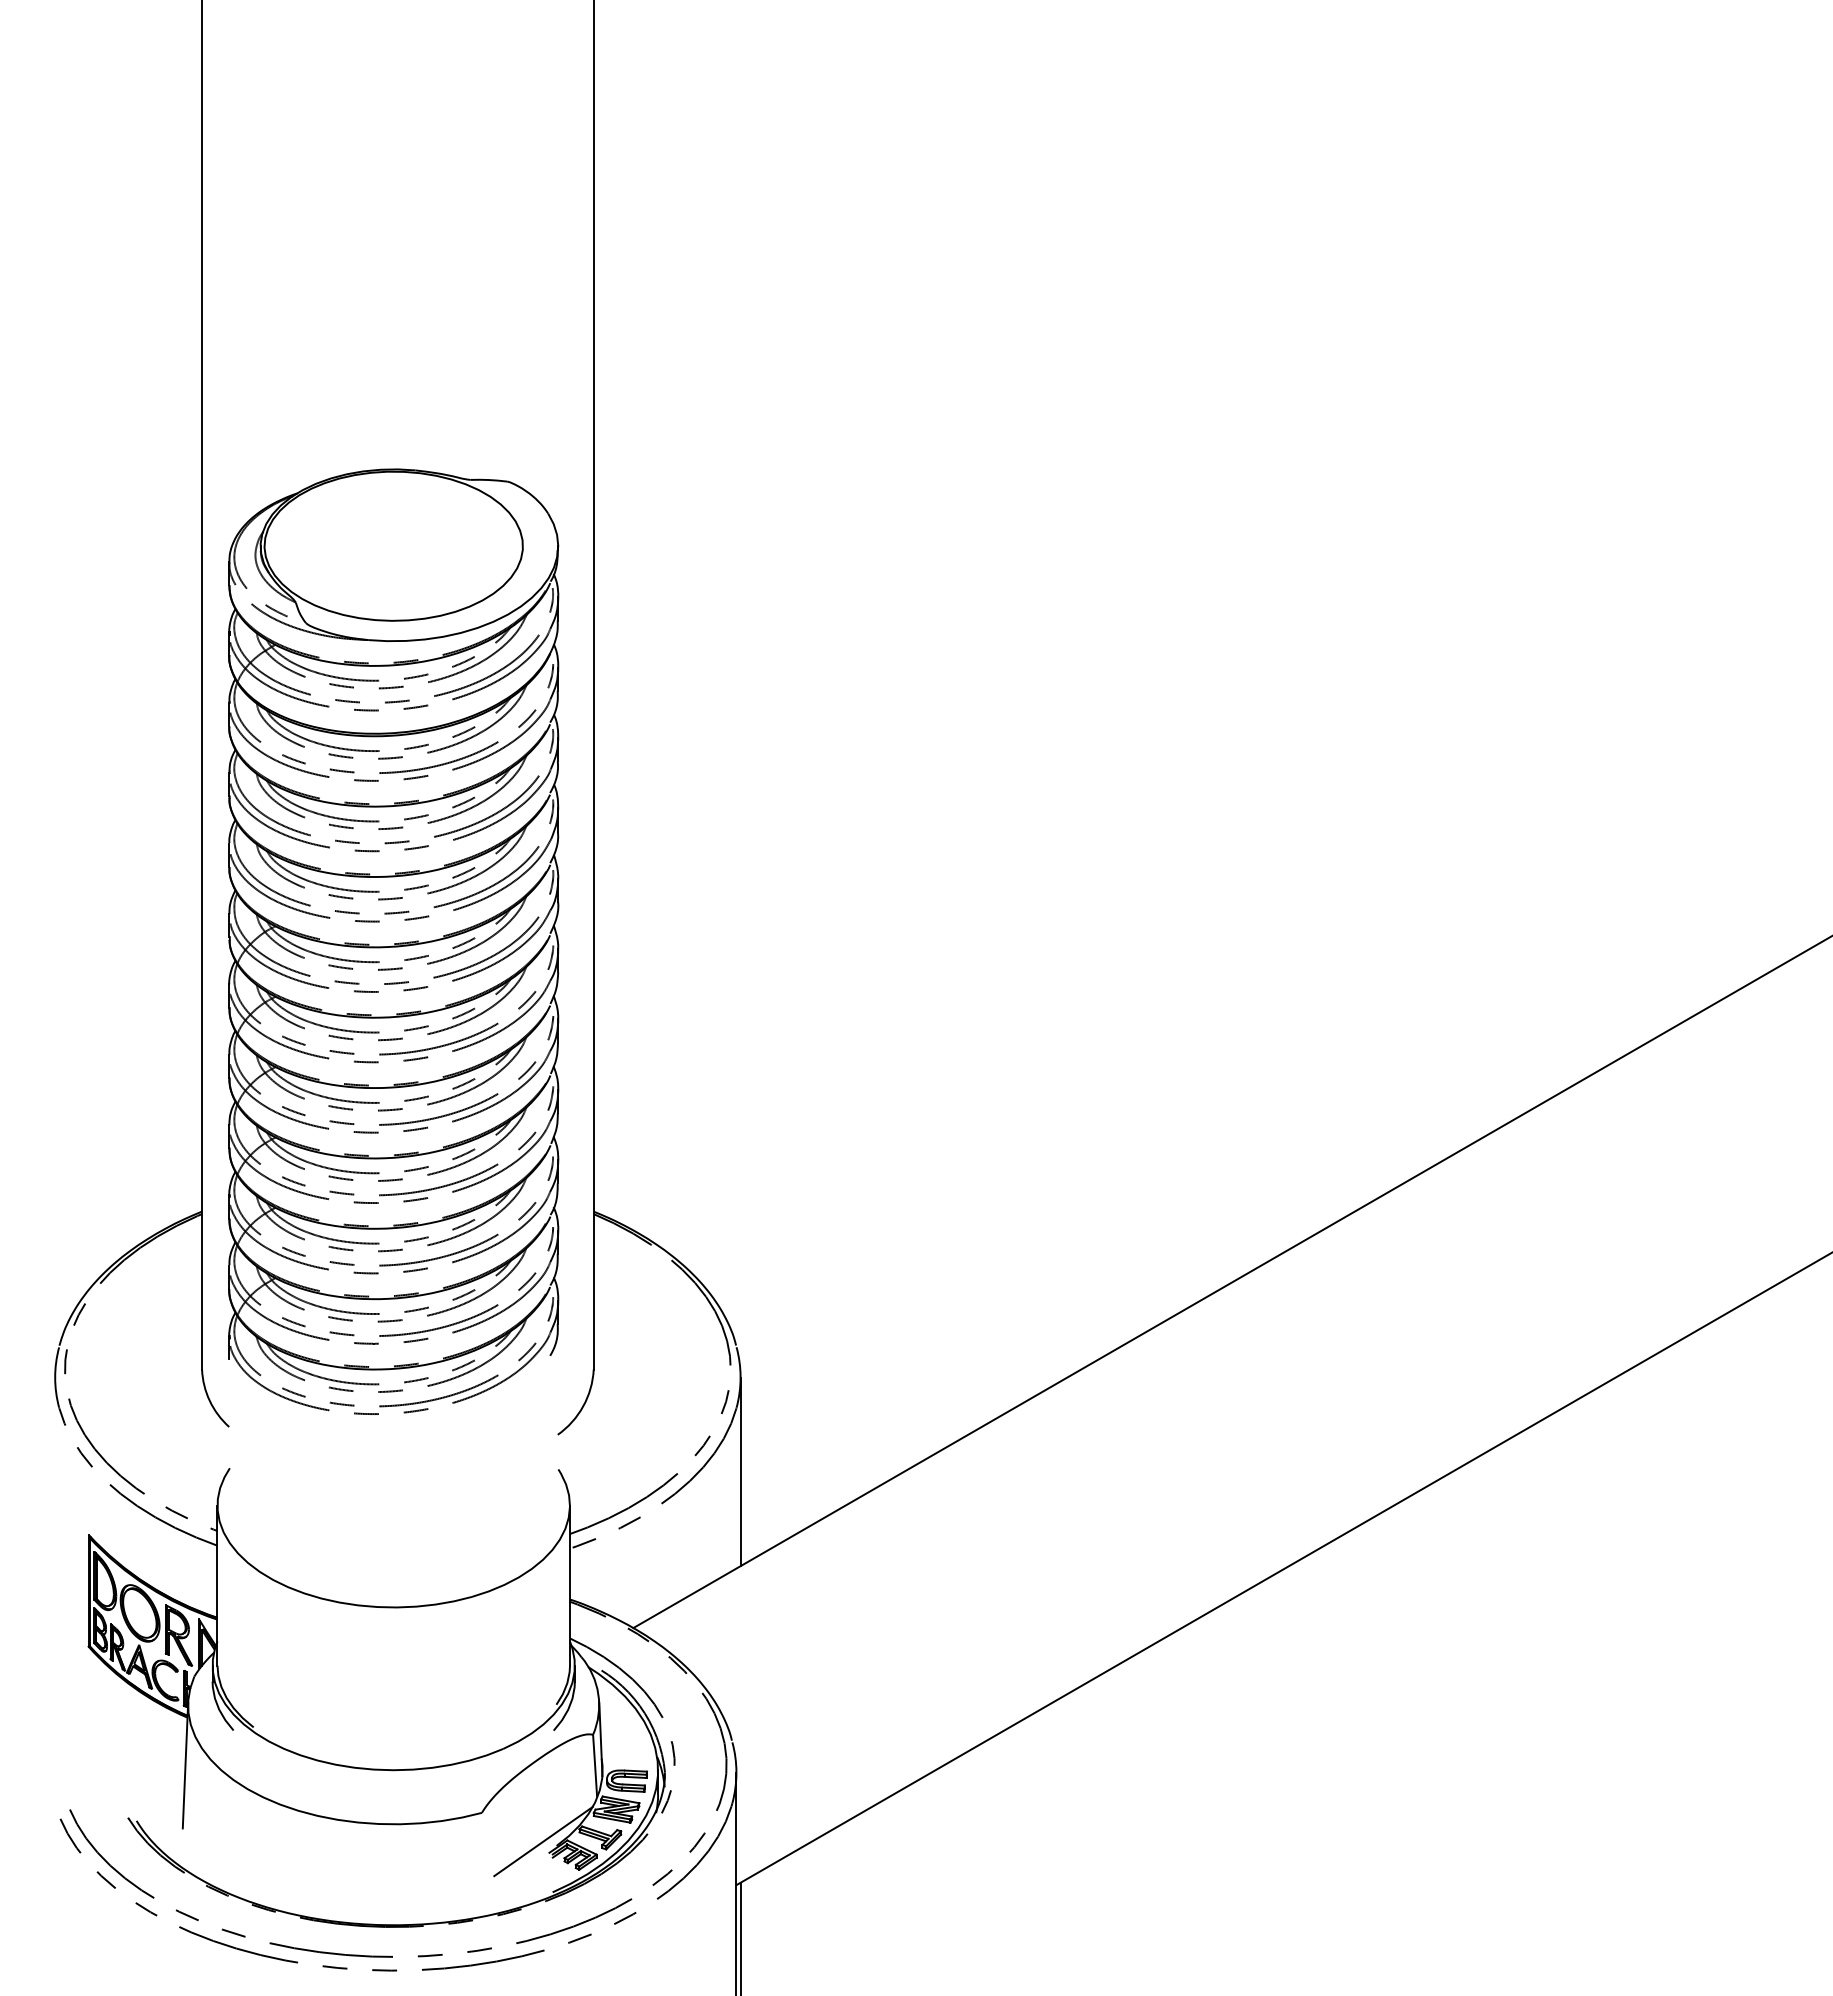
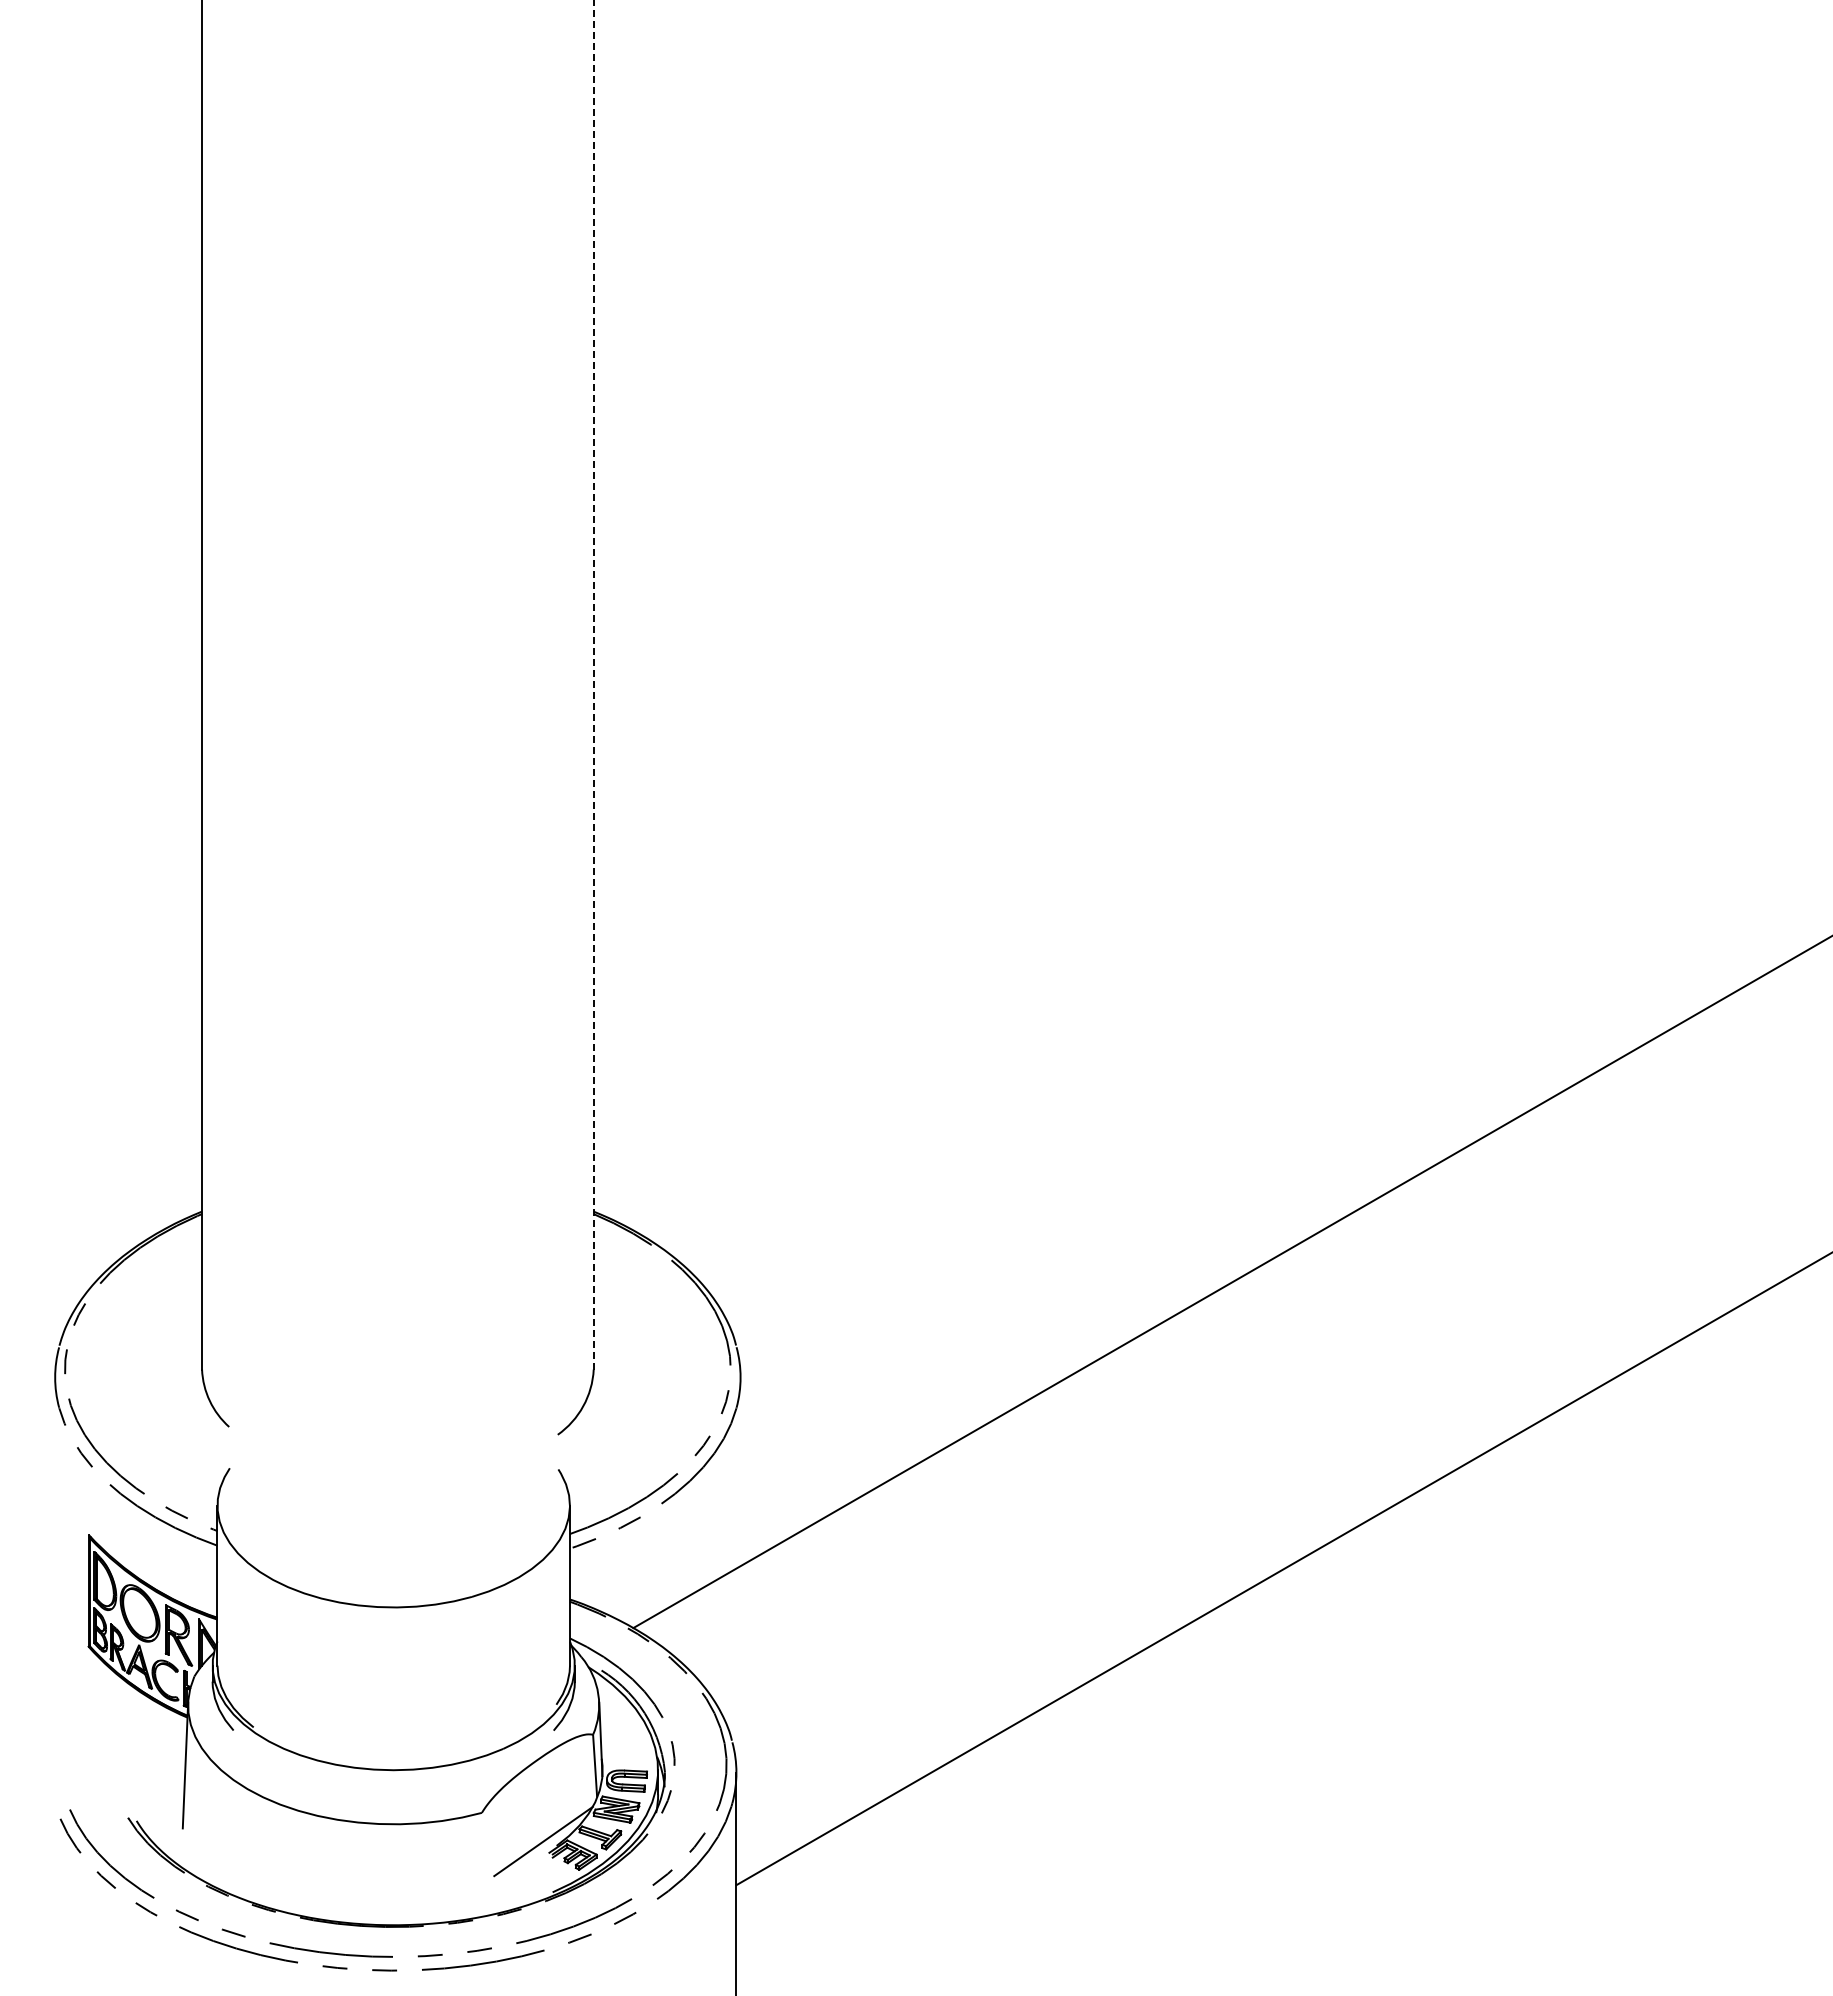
line at (593, 684): solid -> dashed
part at (393, 941): present -> none
line at (740, 1471): present -> none
line at (740, 1937): present -> none
